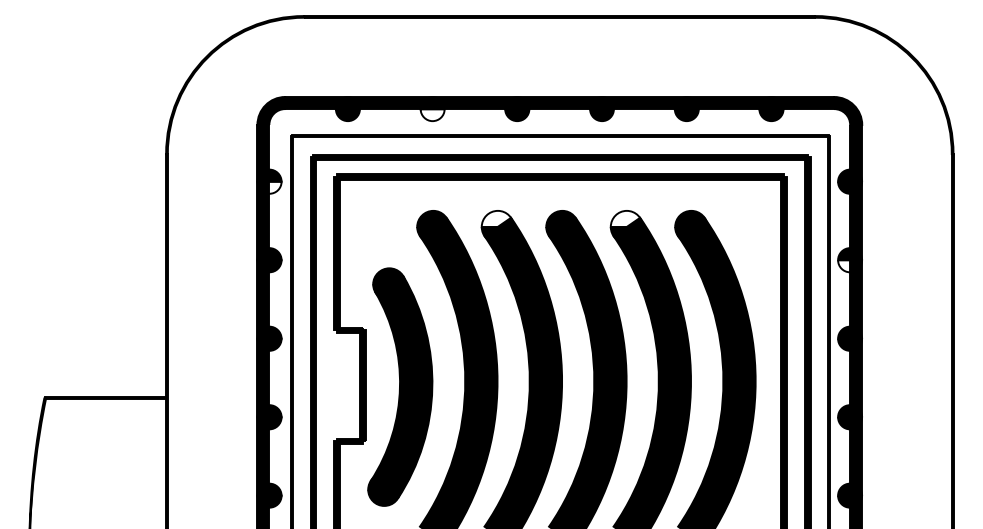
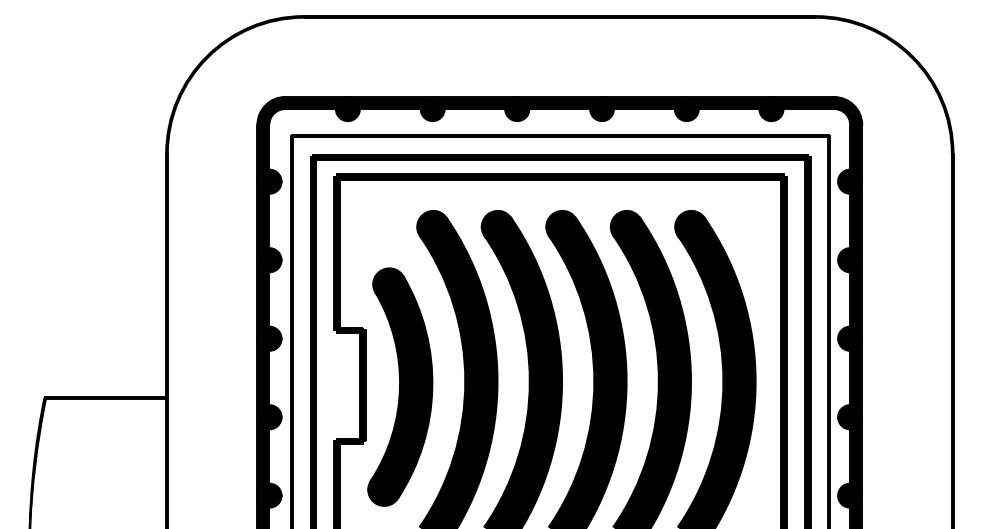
fill at (432, 115): none -> present
fill at (269, 187): none -> present
fill at (497, 218): none -> present
fill at (626, 218): none -> present
fill at (850, 266): none -> present
